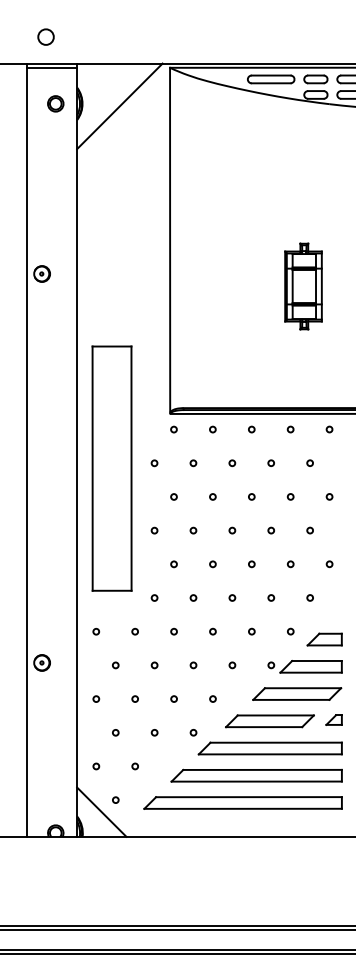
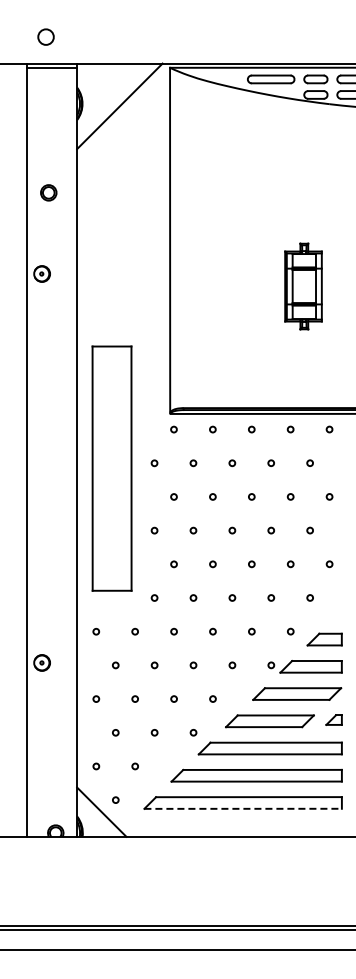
part at (55, 103) position: (55, 103) -> (48, 192)
line at (243, 808): solid -> dashed
line at (177, 953): present -> none
